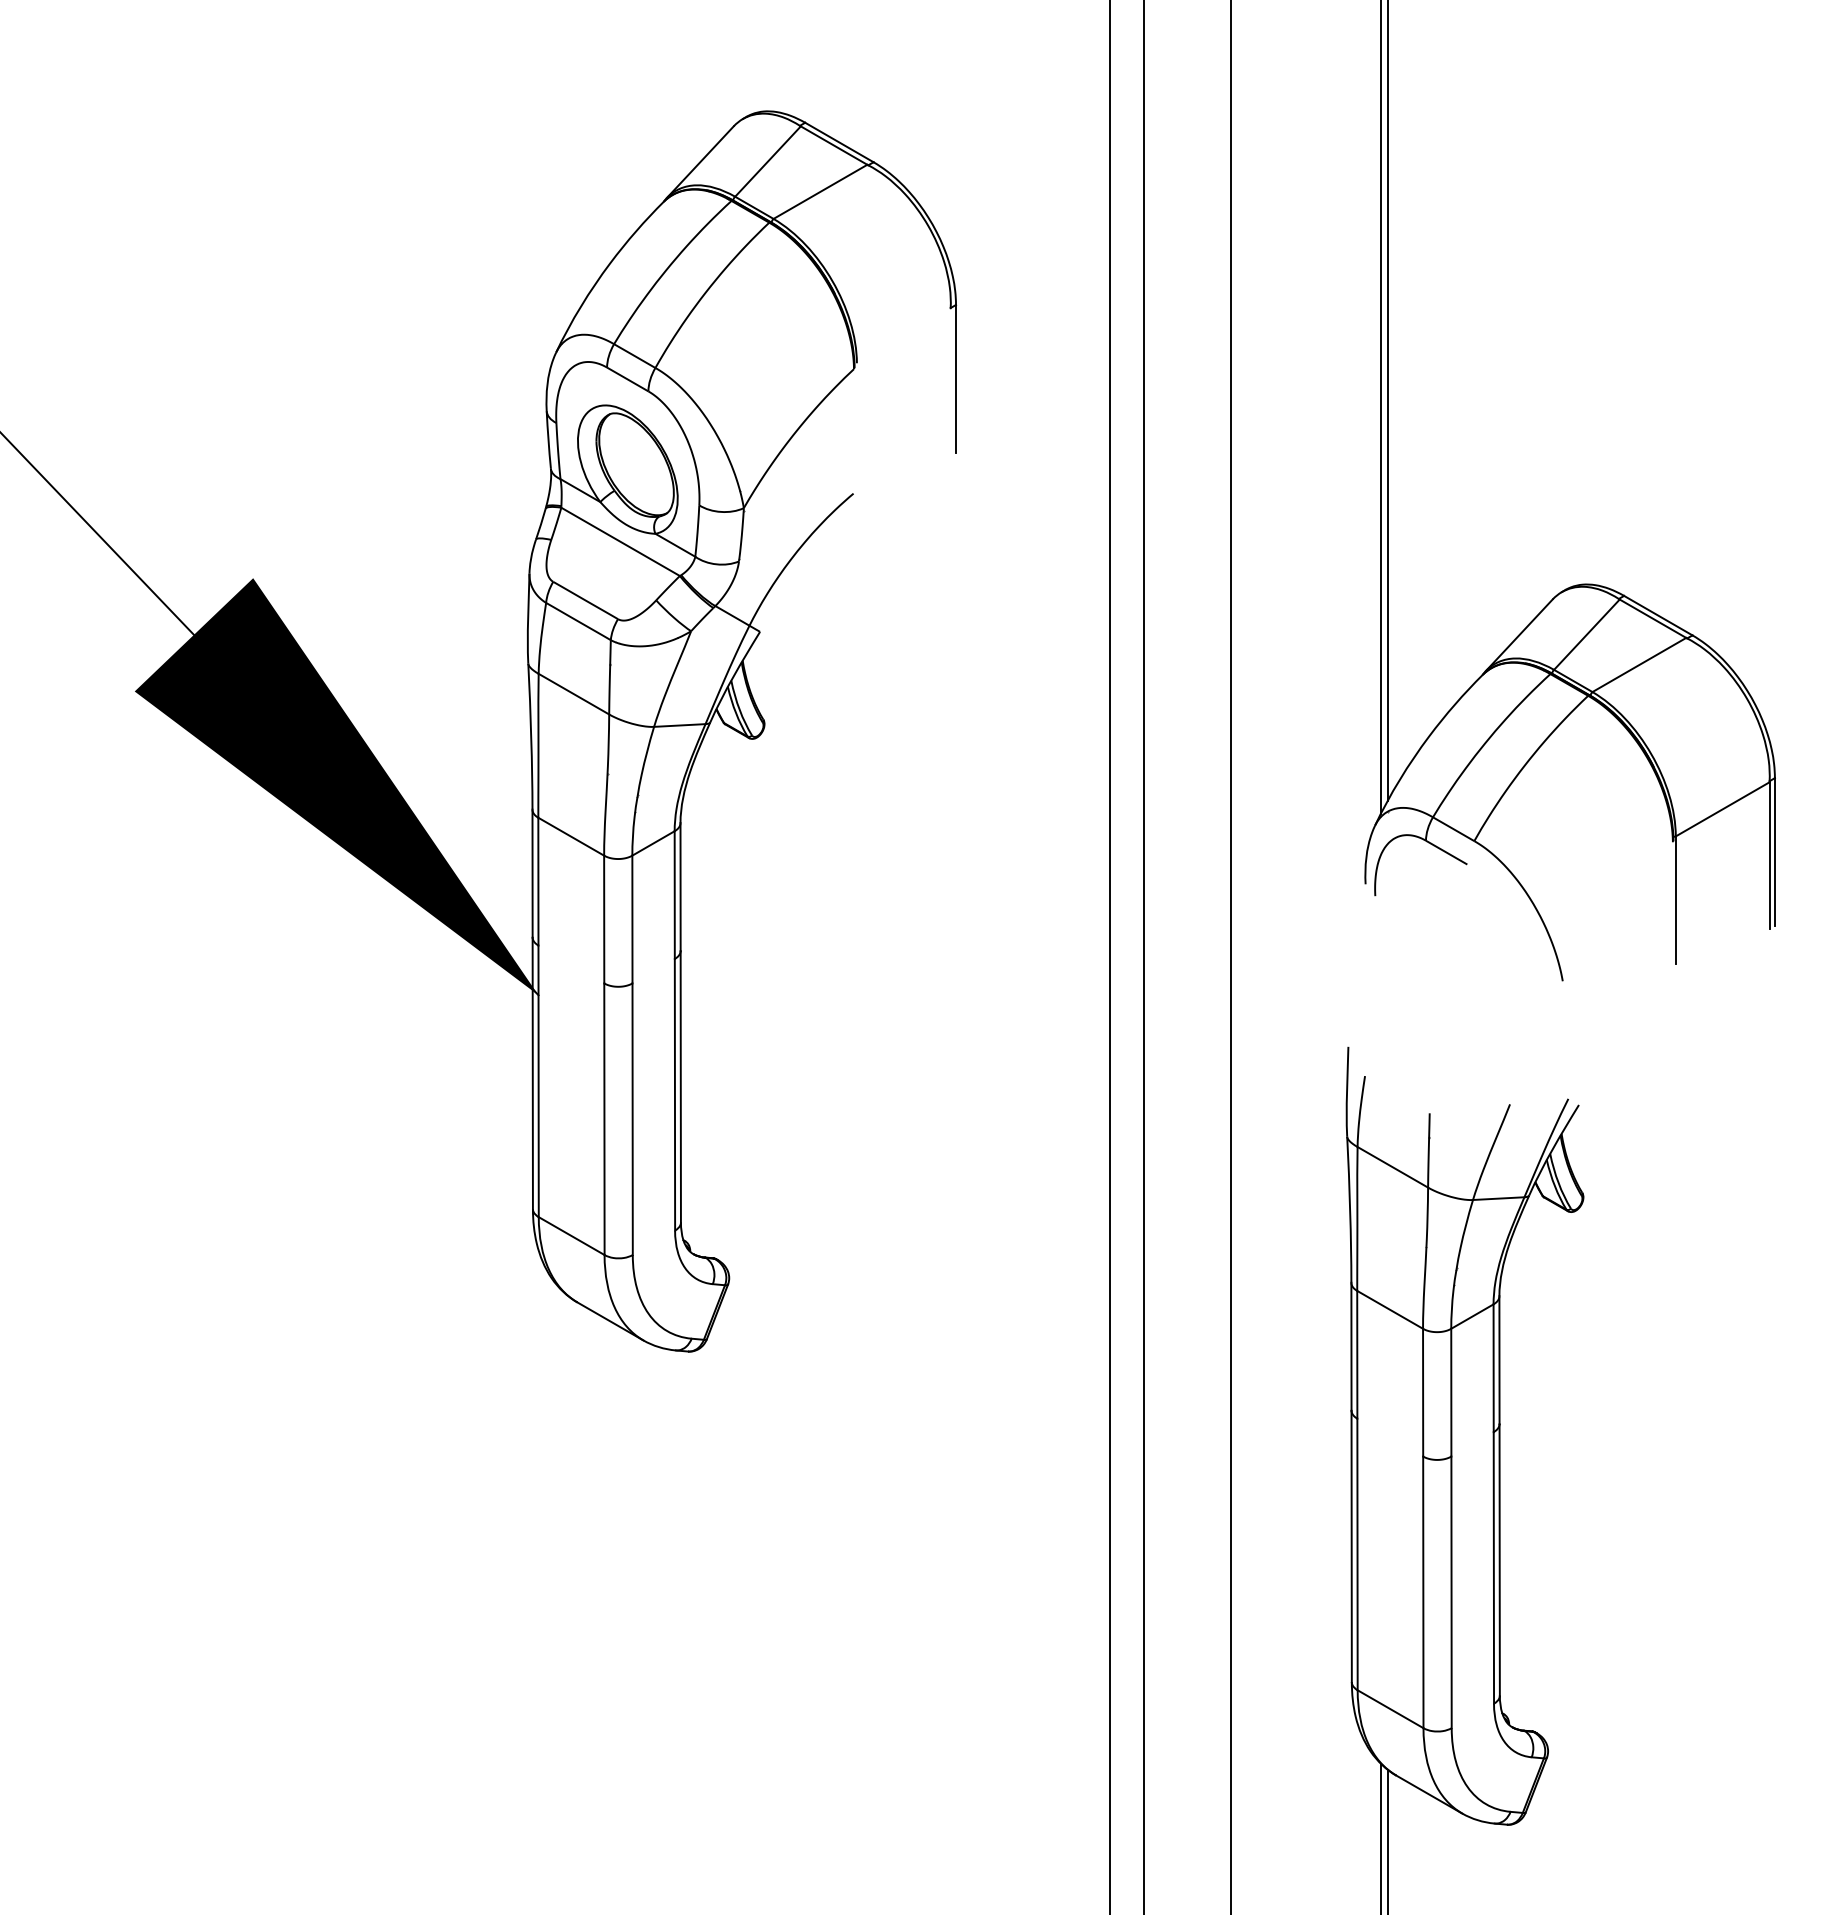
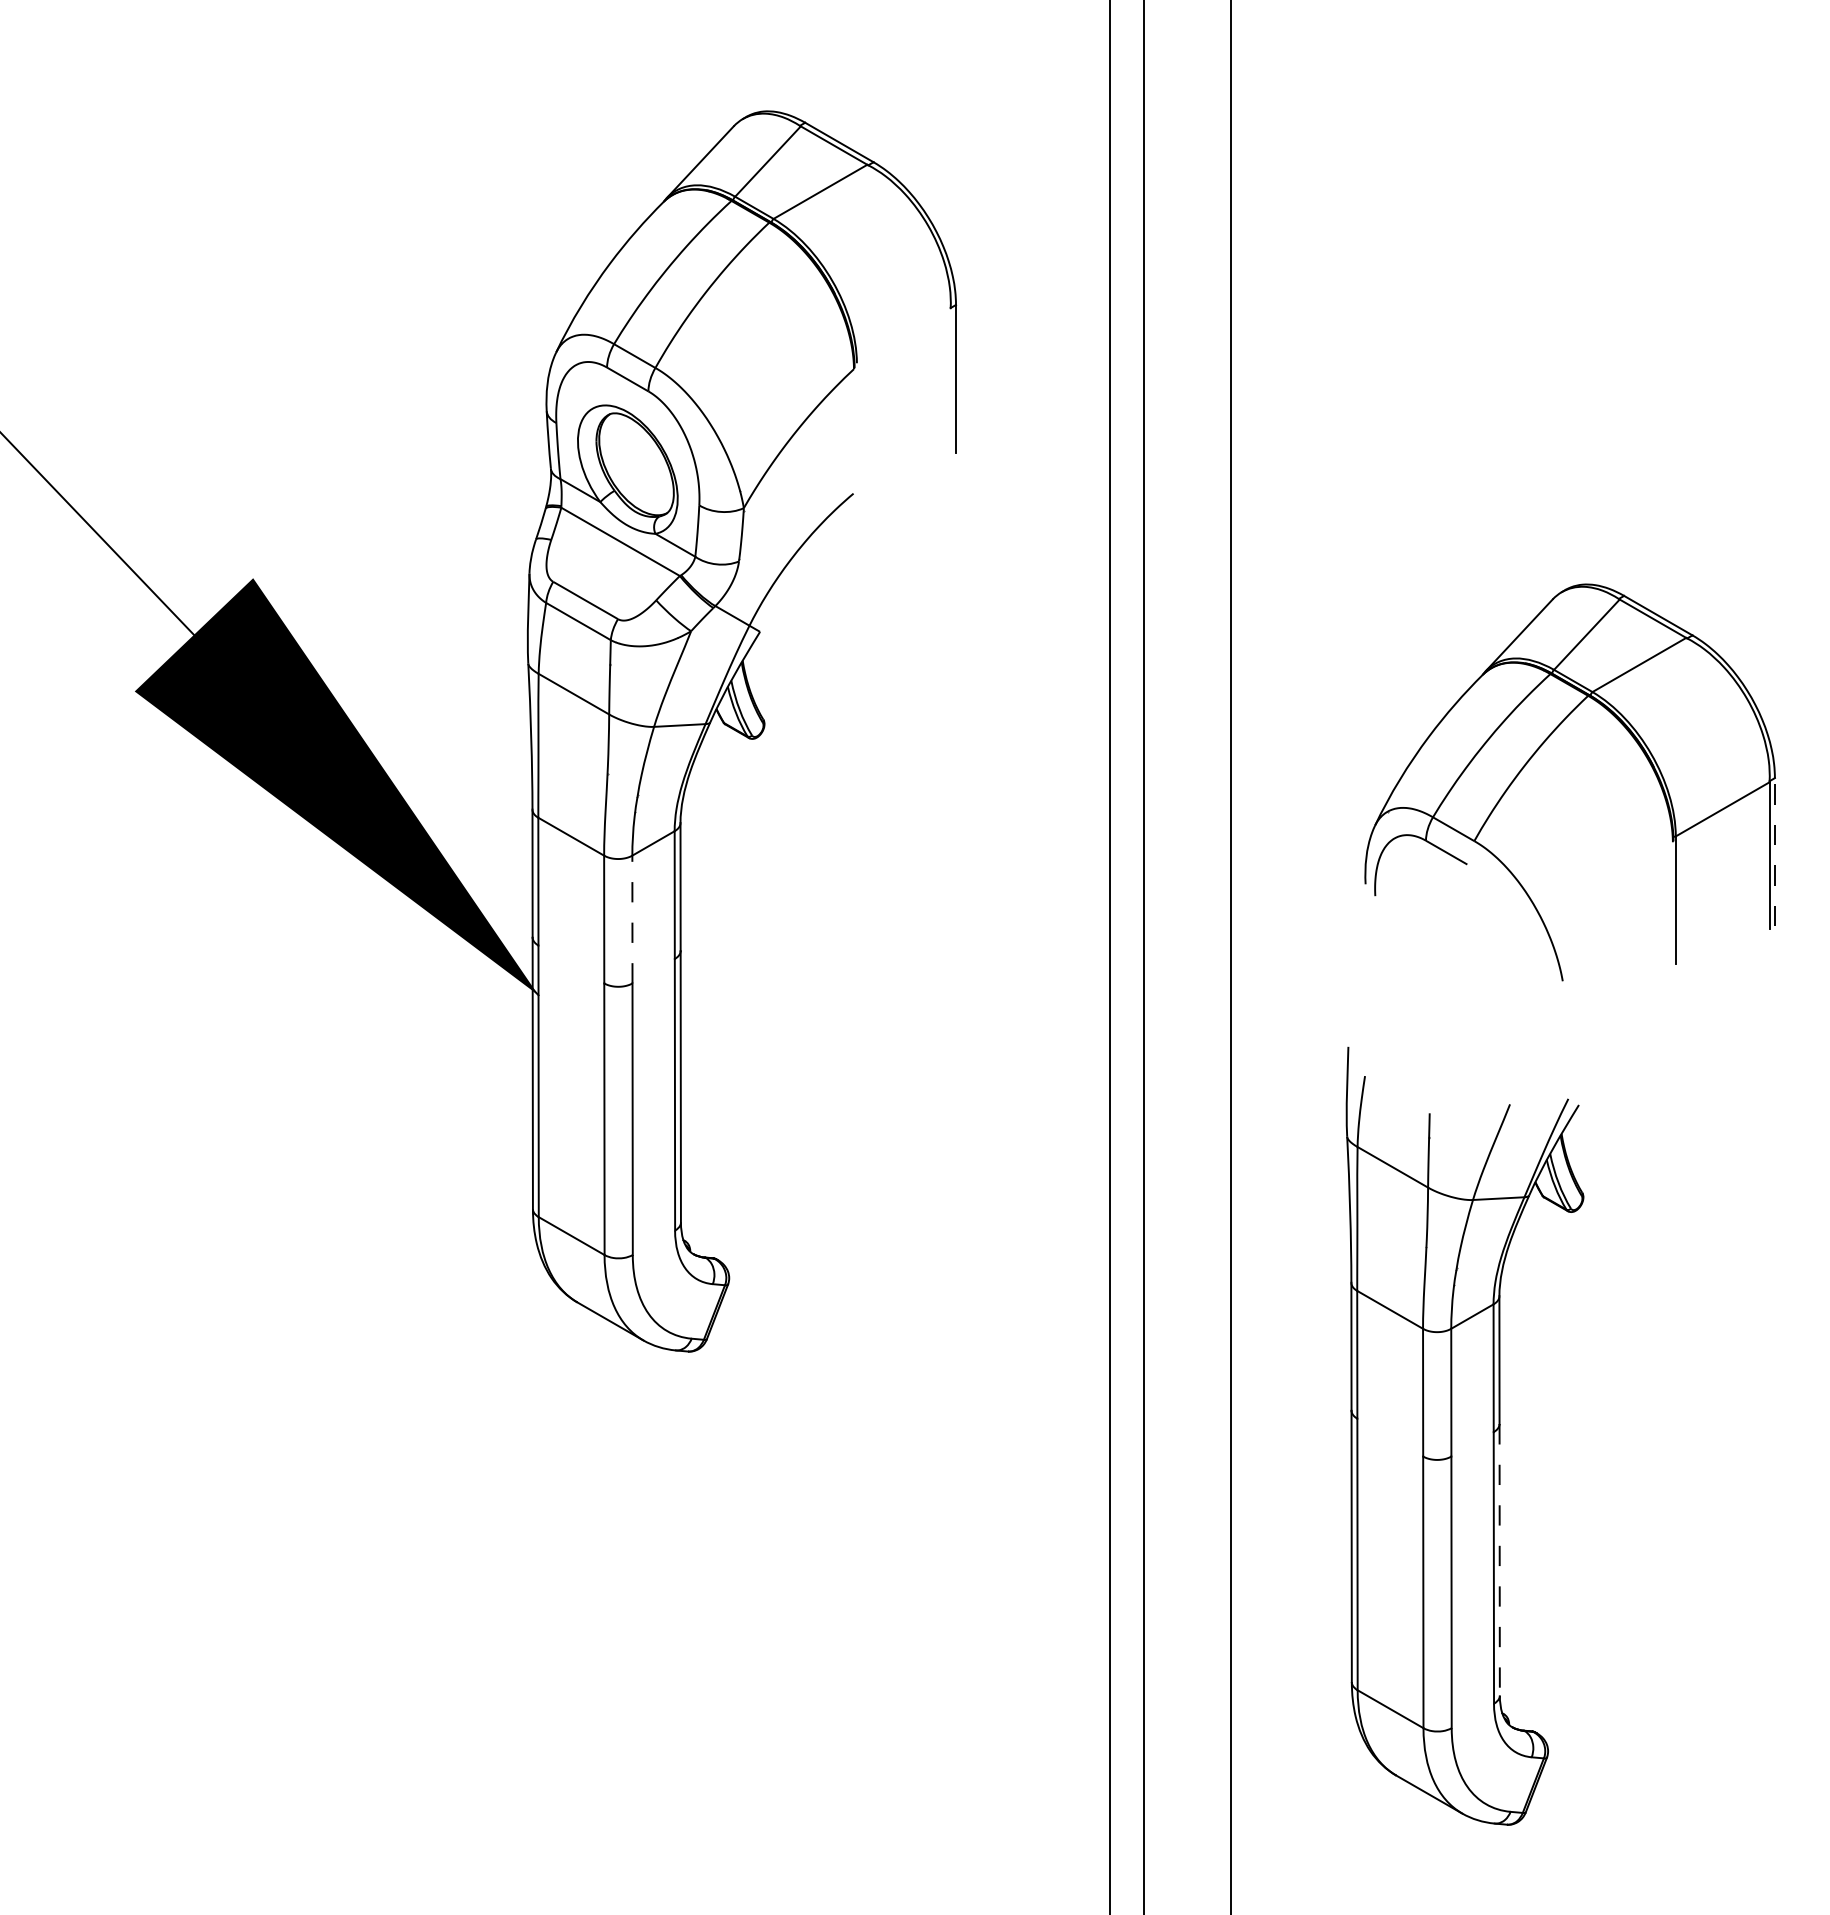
line at (1387, 401): present -> none
line at (1380, 407): present -> none
line at (1774, 852): solid -> dashed
line at (632, 919): solid -> dashed
line at (1499, 1559): solid -> dashed
line at (1380, 1837): present -> none
line at (1387, 1840): present -> none
